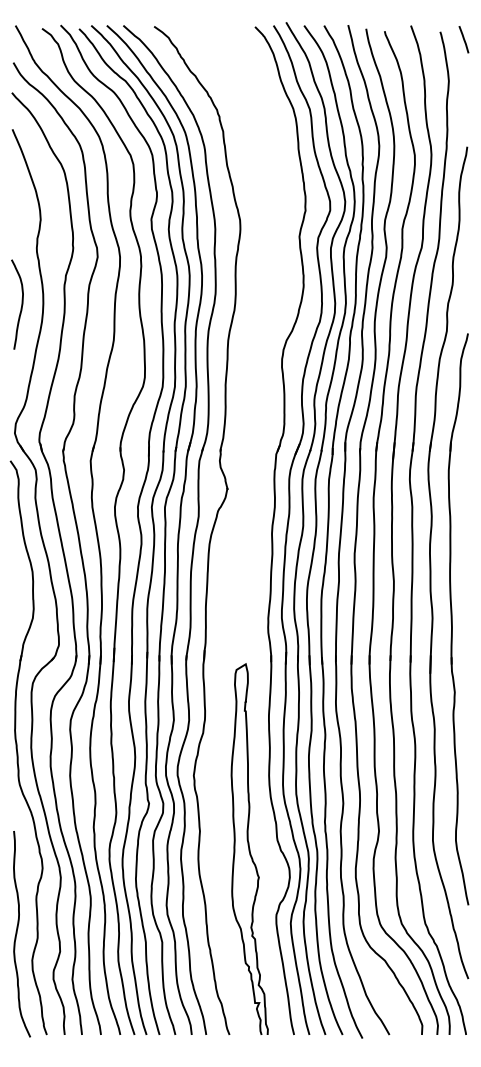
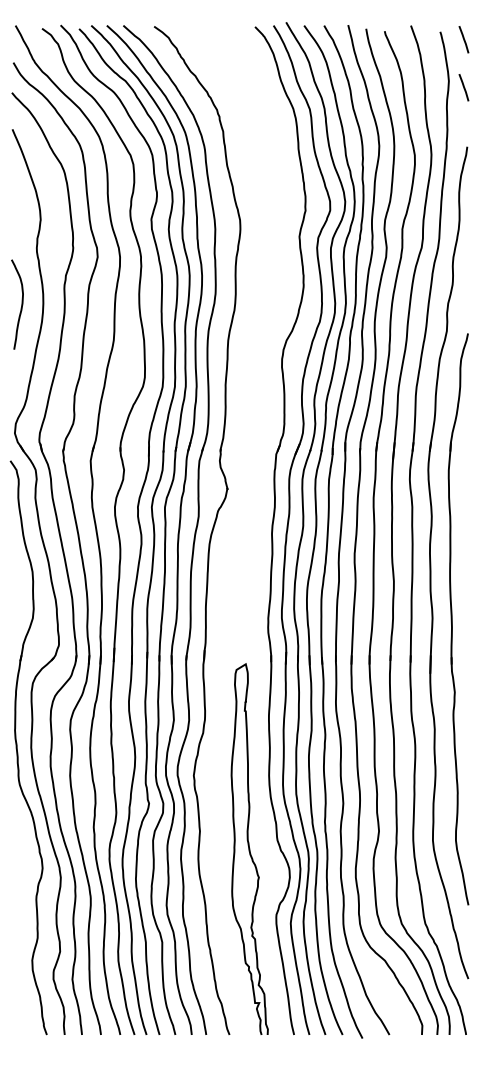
line at (463, 87): none -> present
curve at (17, 934): present -> none
